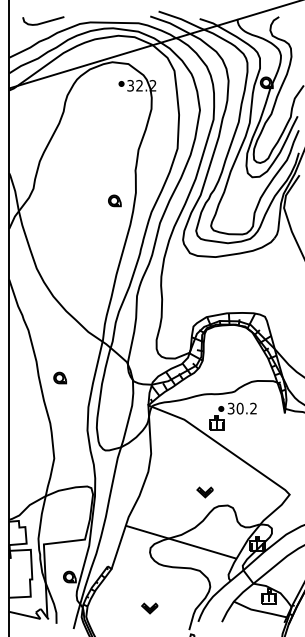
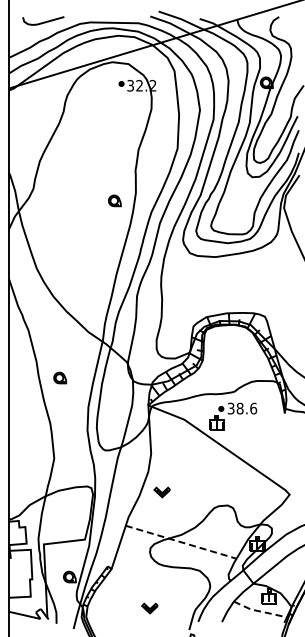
text at (246, 408): 30.2 -> 38.6
part at (204, 492) position: (204, 492) -> (161, 492)
line at (181, 542): solid -> dashed
line at (259, 611): solid -> dashed
